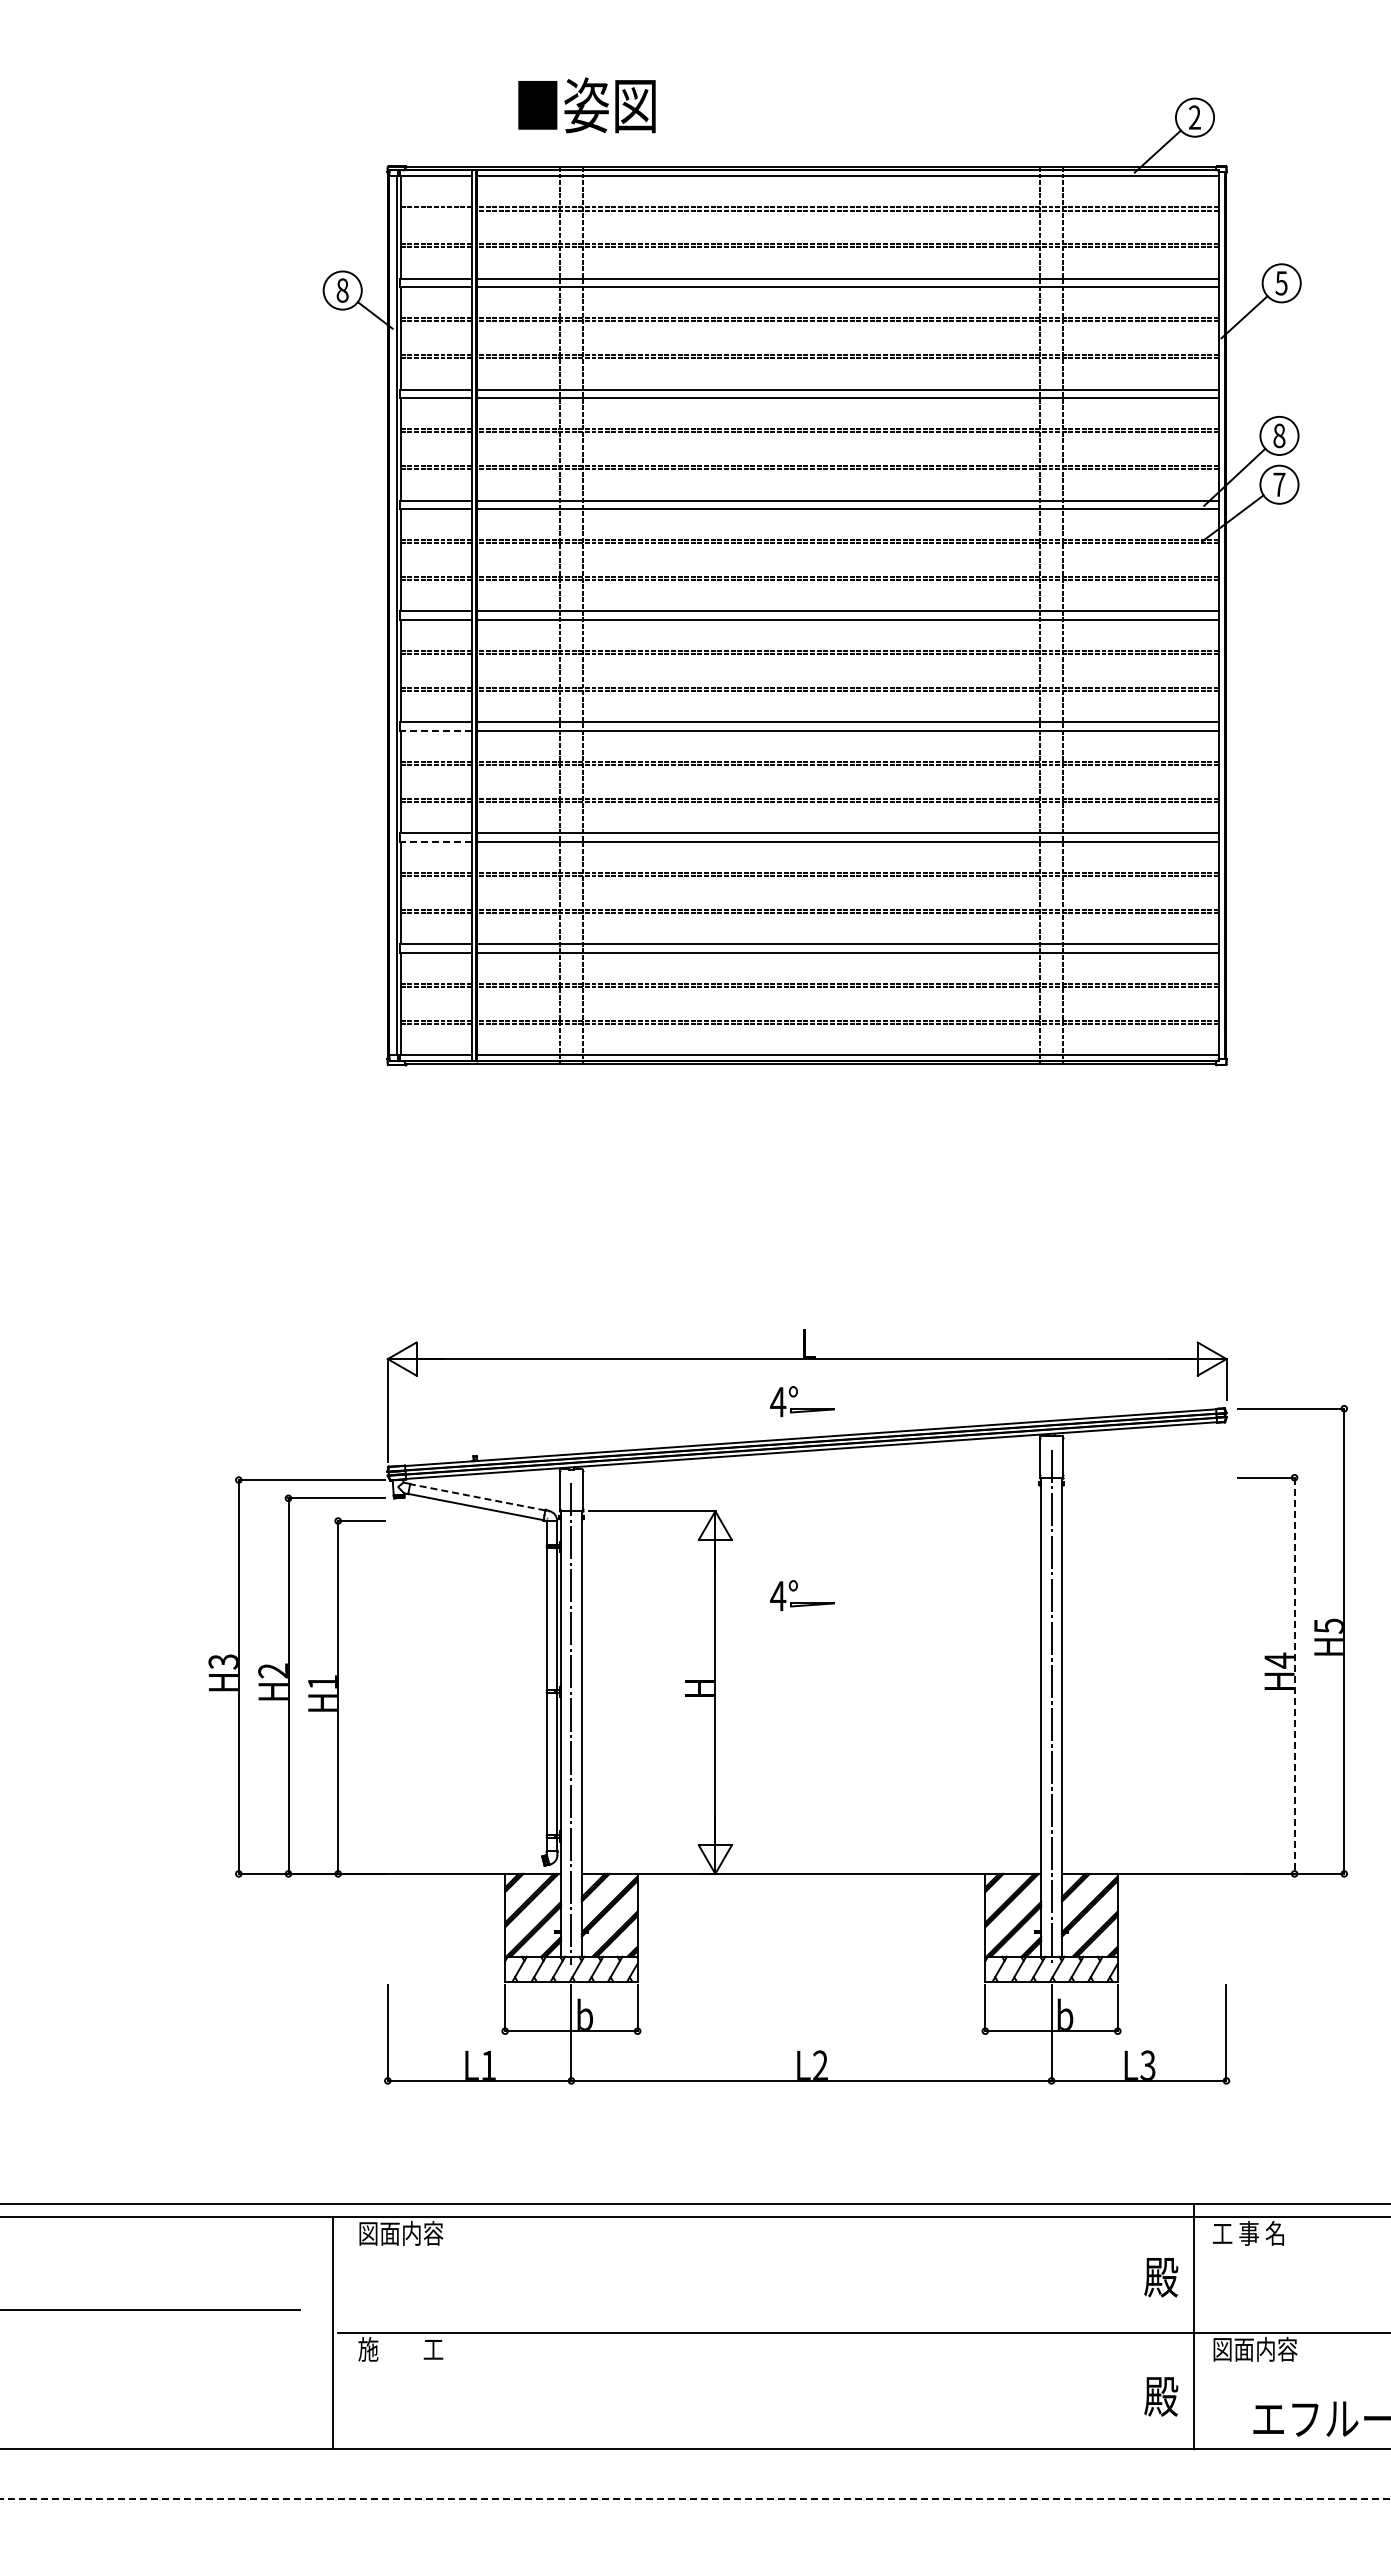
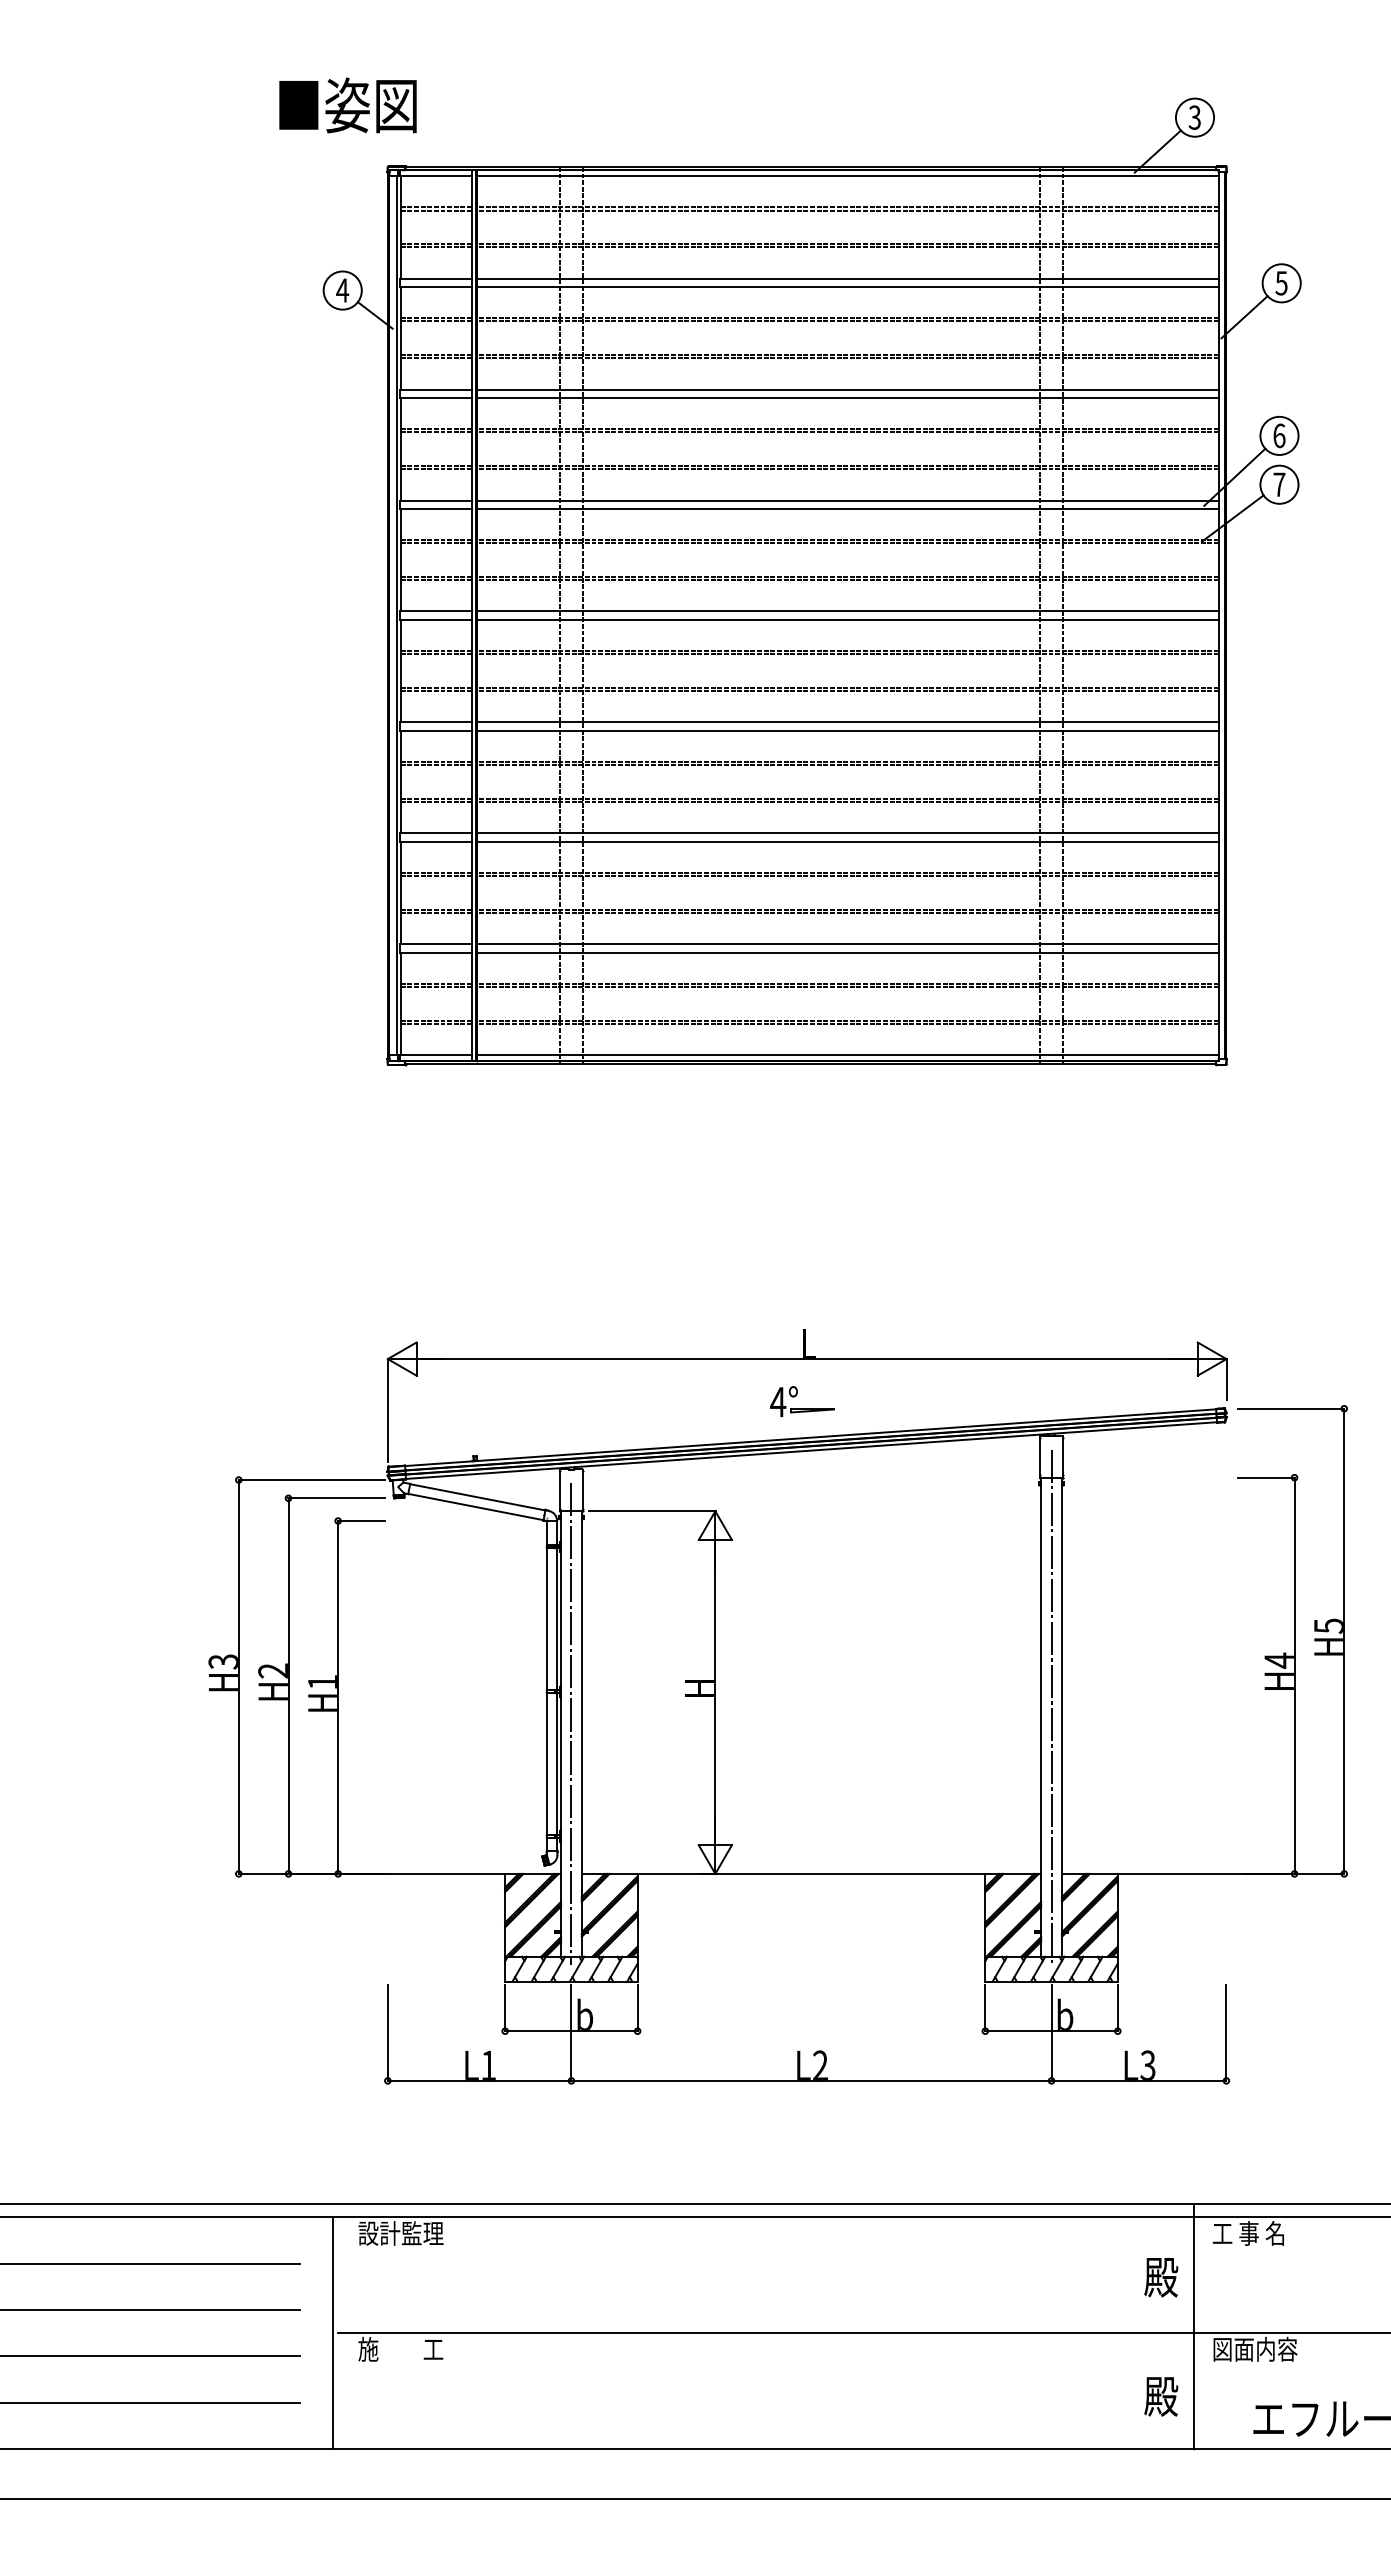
text at (586, 105) position: (586, 105) -> (347, 105)
text at (1194, 117): 2 -> 3
line at (436, 210): none -> present
text at (342, 290): 8 -> 4
text at (1279, 435): 8 -> 6
line at (435, 730): dashed -> solid
line at (435, 841): dashed -> solid
line at (477, 1497): dashed -> solid
part at (802, 1602): present -> none
line at (1294, 1676): dashed -> solid
text at (400, 2233): 図面内容 -> 設計監理
line at (151, 2263): none -> present
line at (151, 2356): none -> present
line at (151, 2402): none -> present
line at (695, 2498): dashed -> solid
